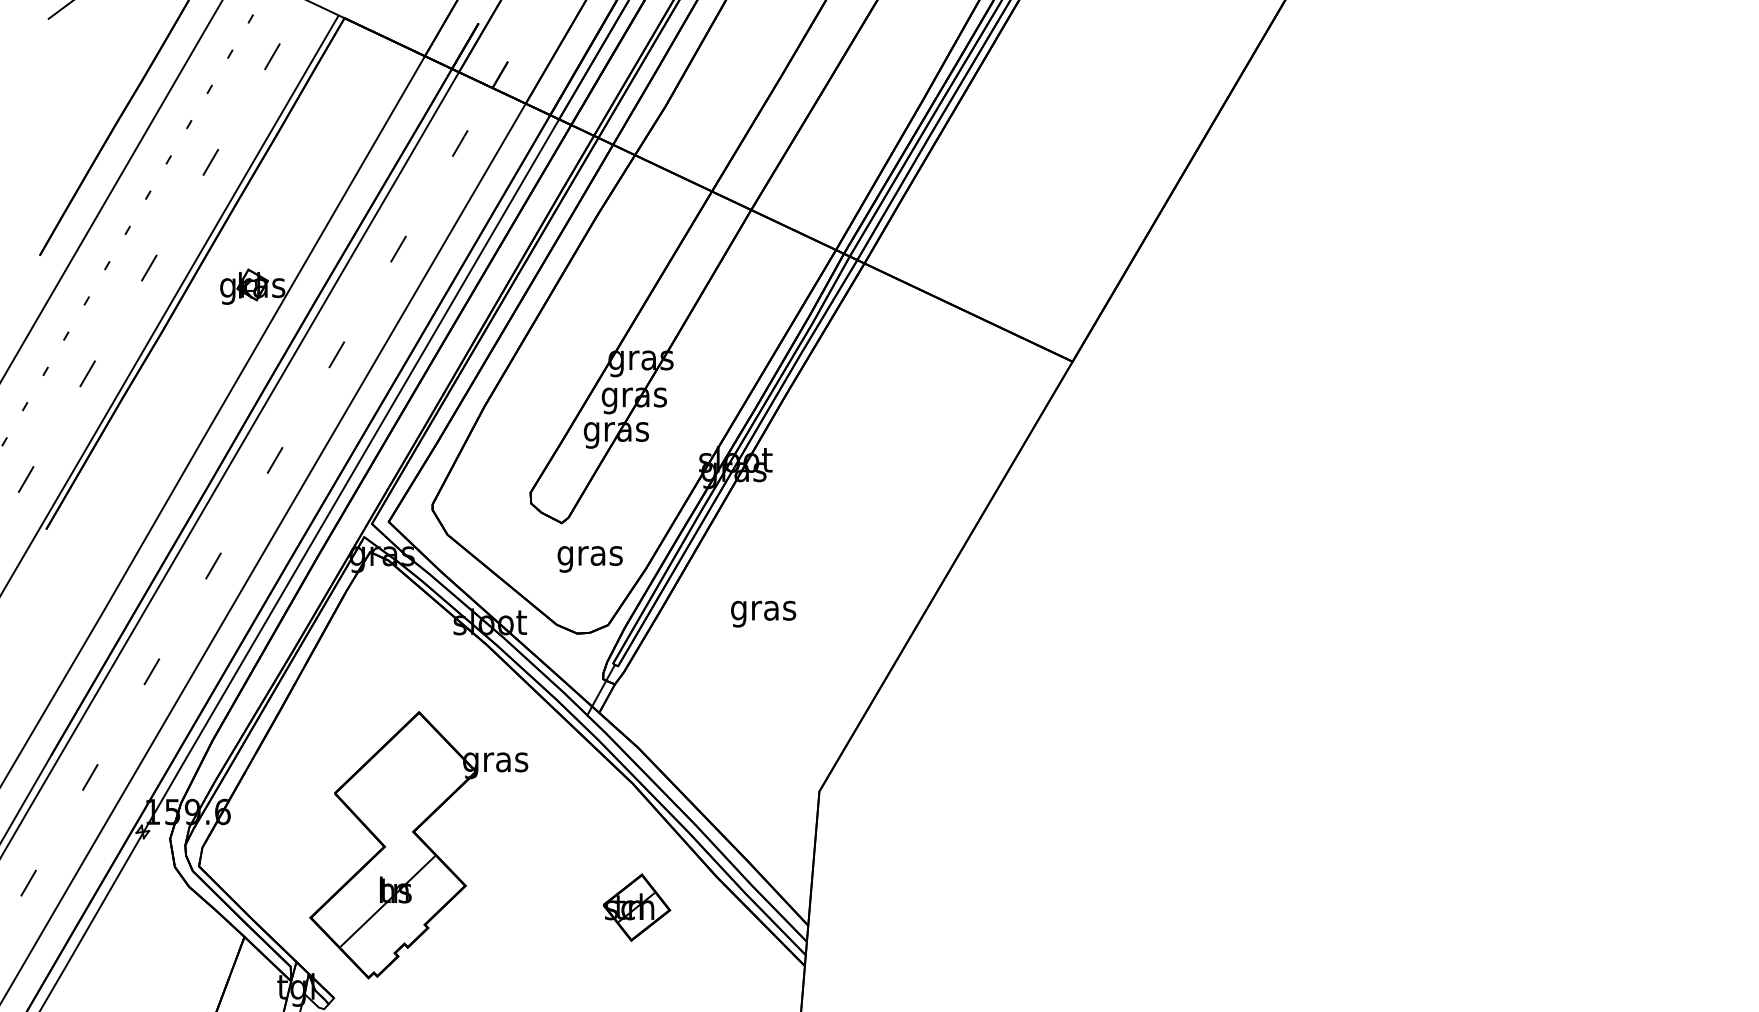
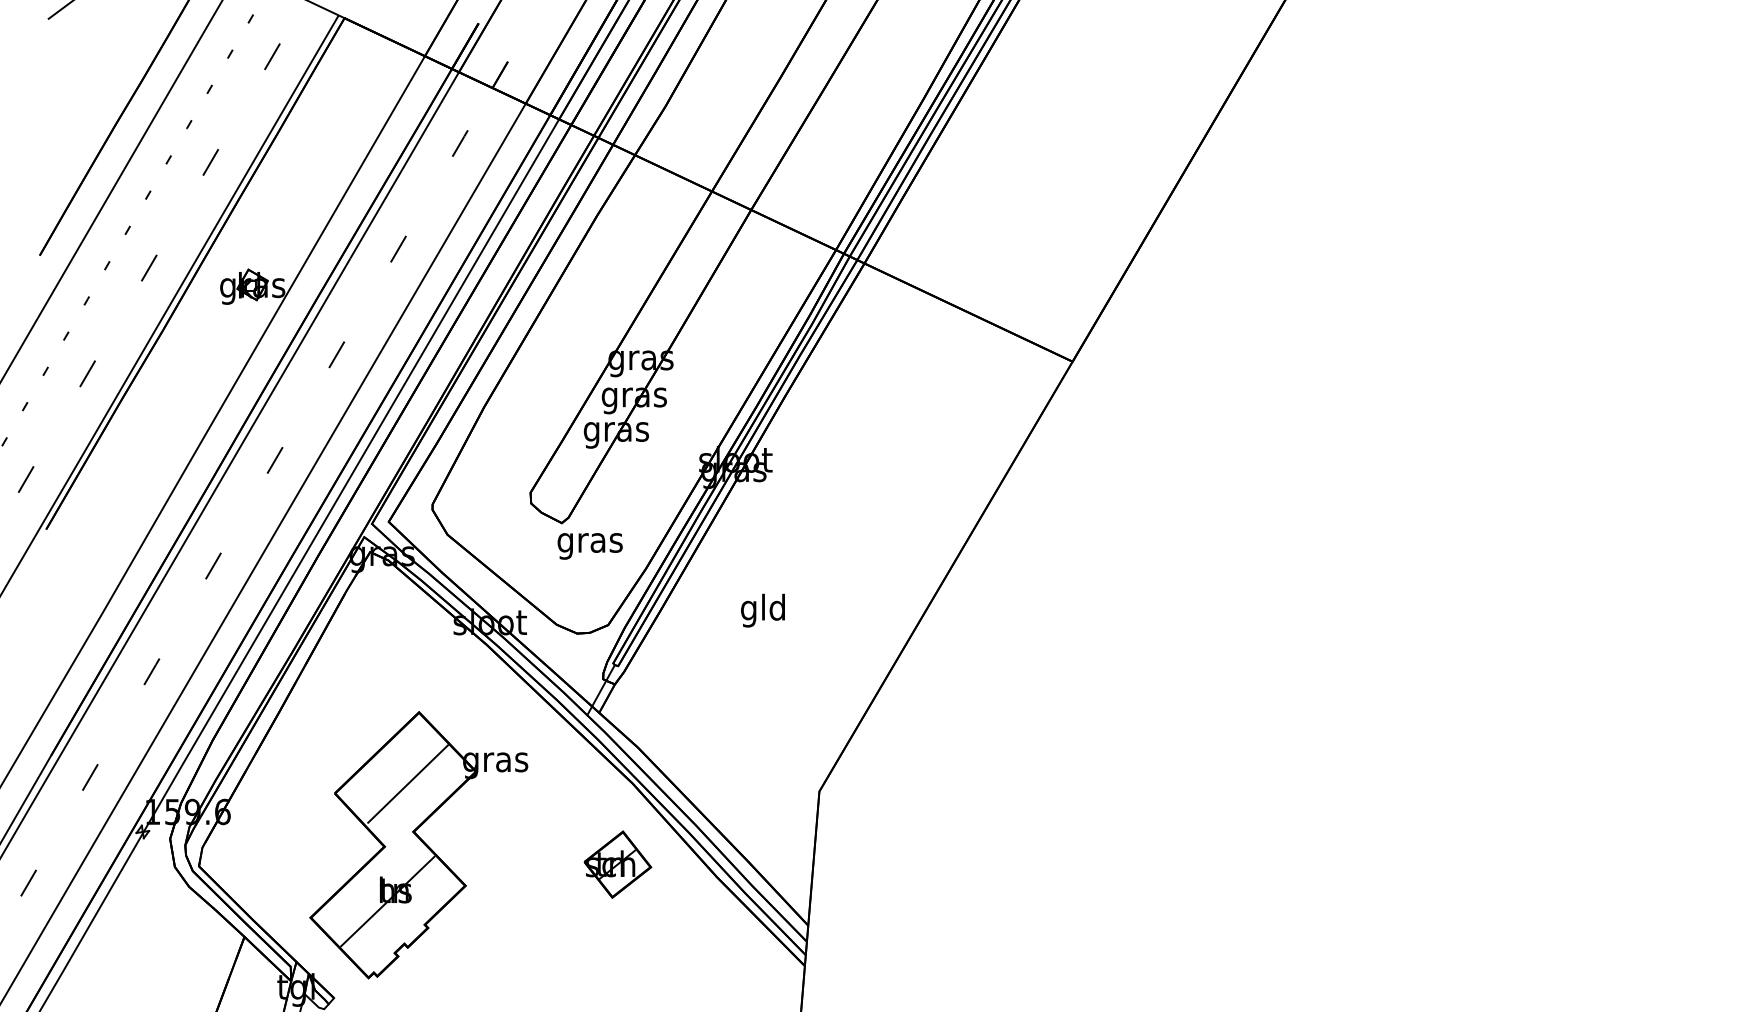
text at (589, 559) position: (589, 559) -> (589, 546)
text at (763, 610): gras -> gld
line at (408, 783): none -> present
part at (636, 907) position: (636, 907) -> (617, 864)
